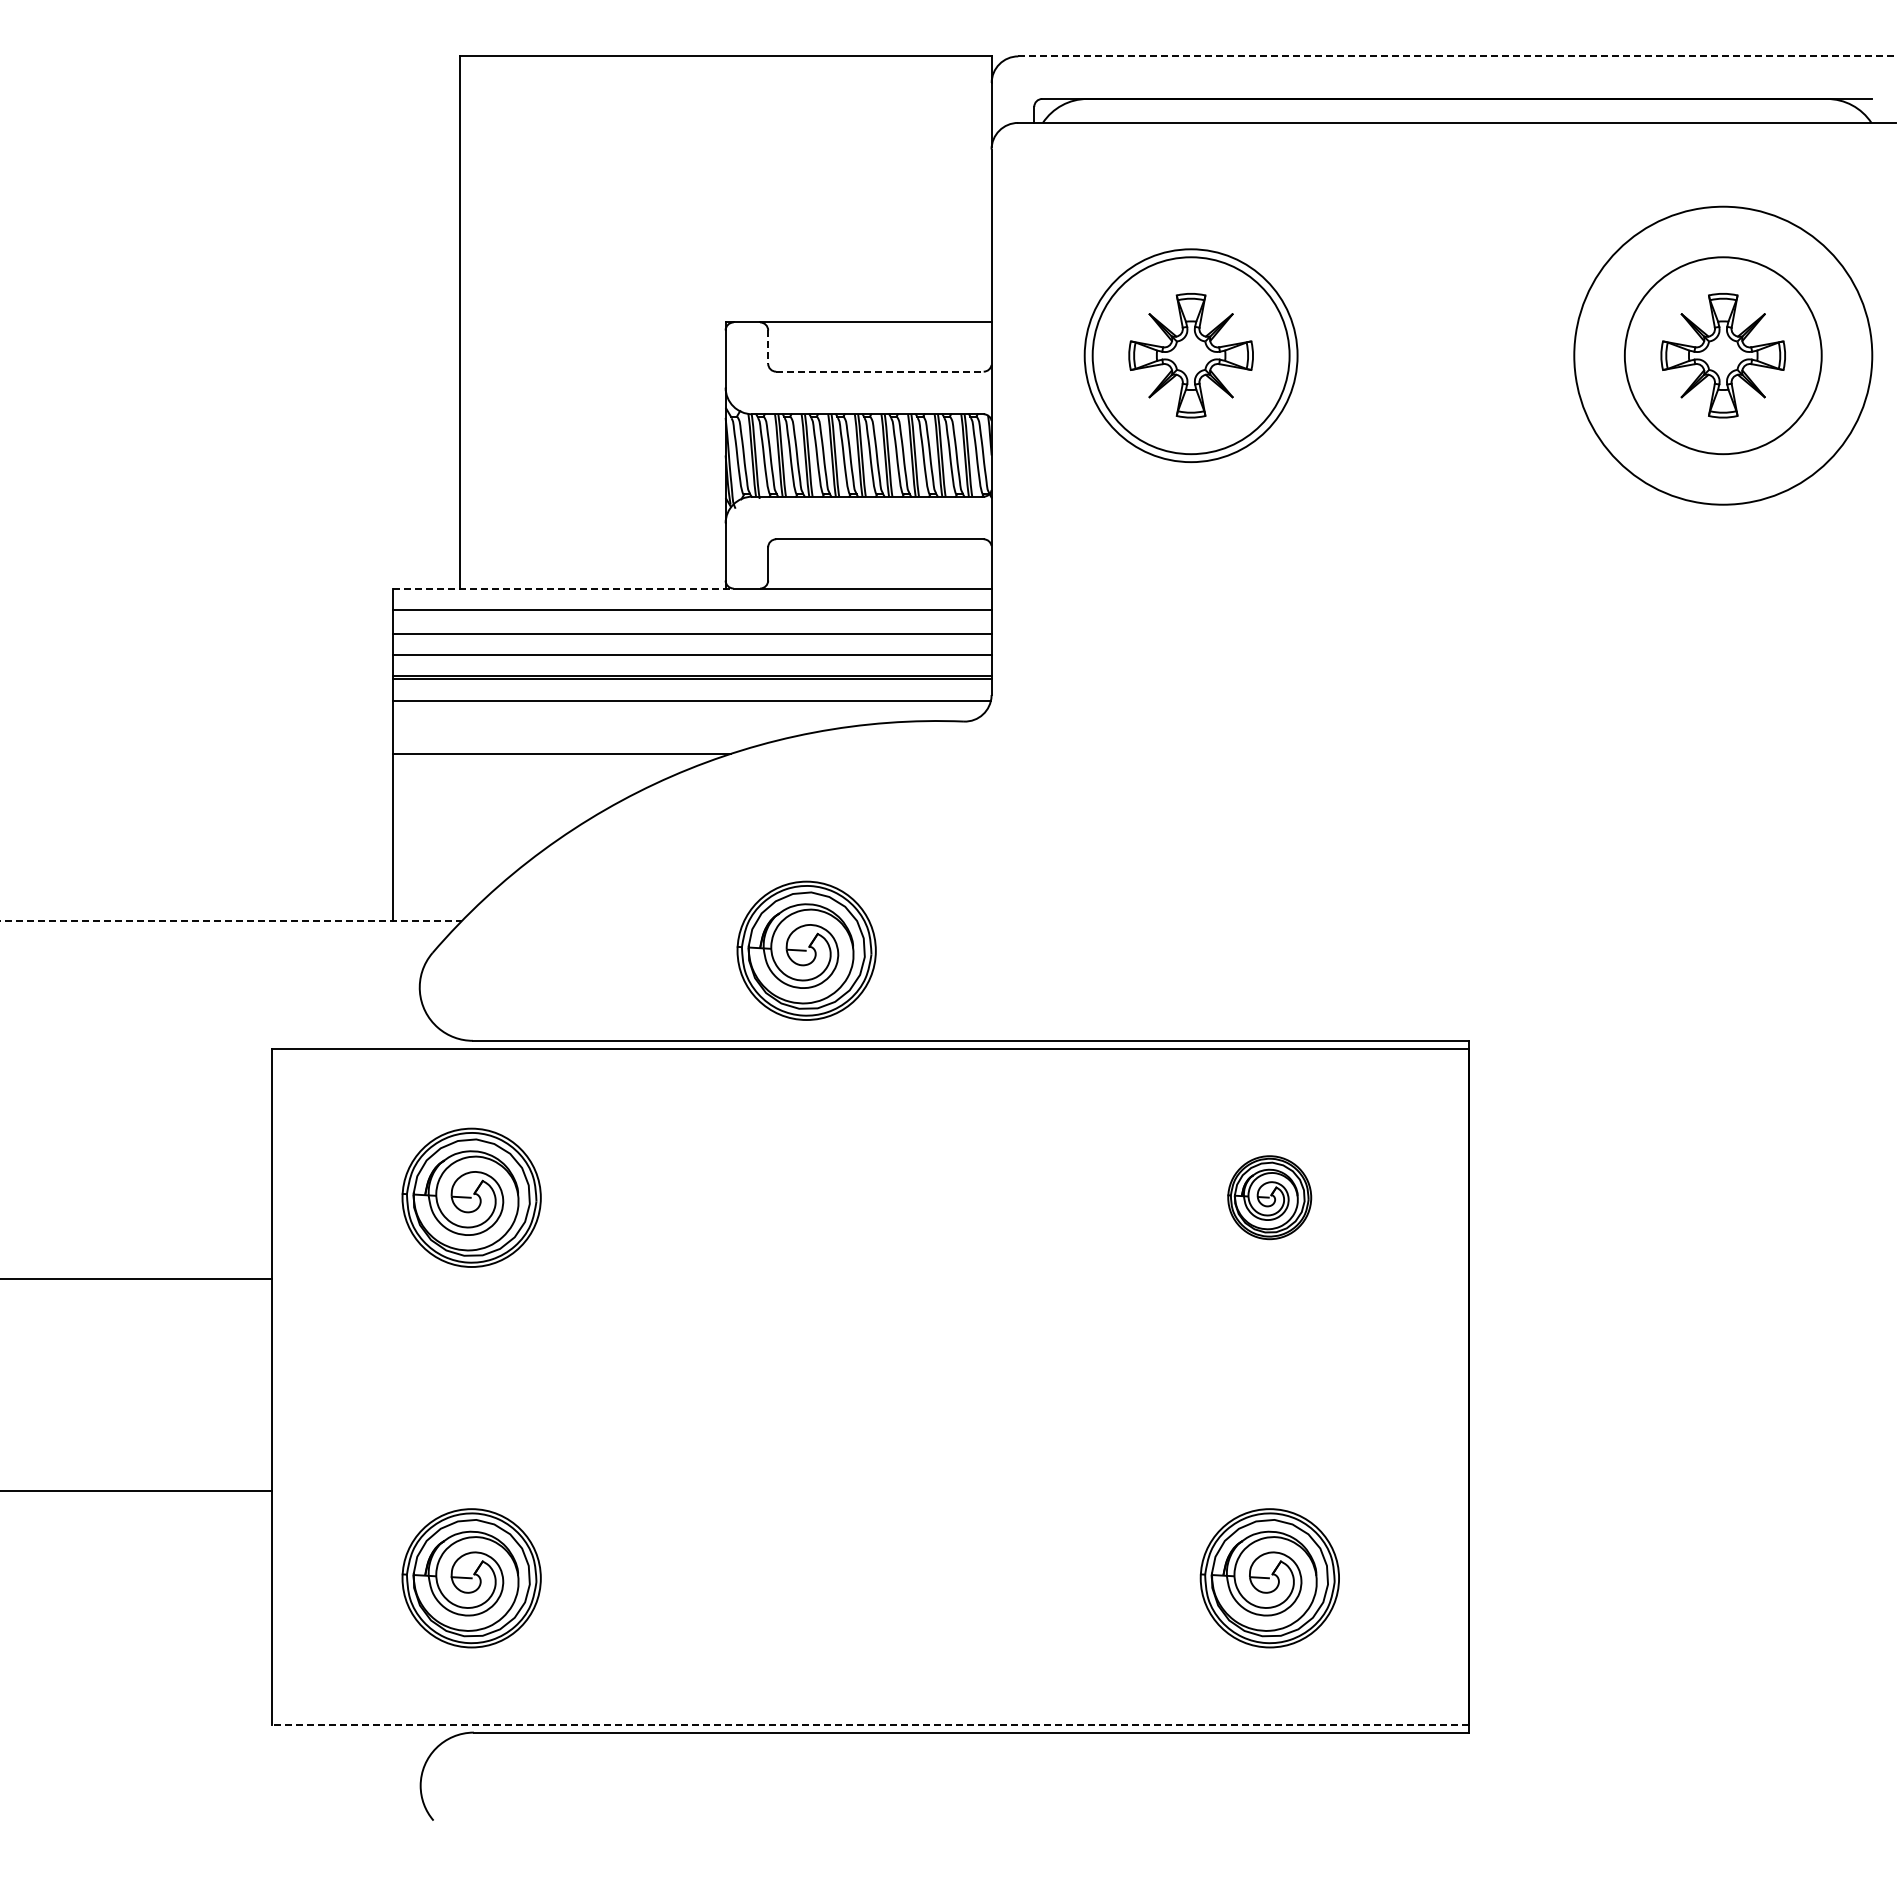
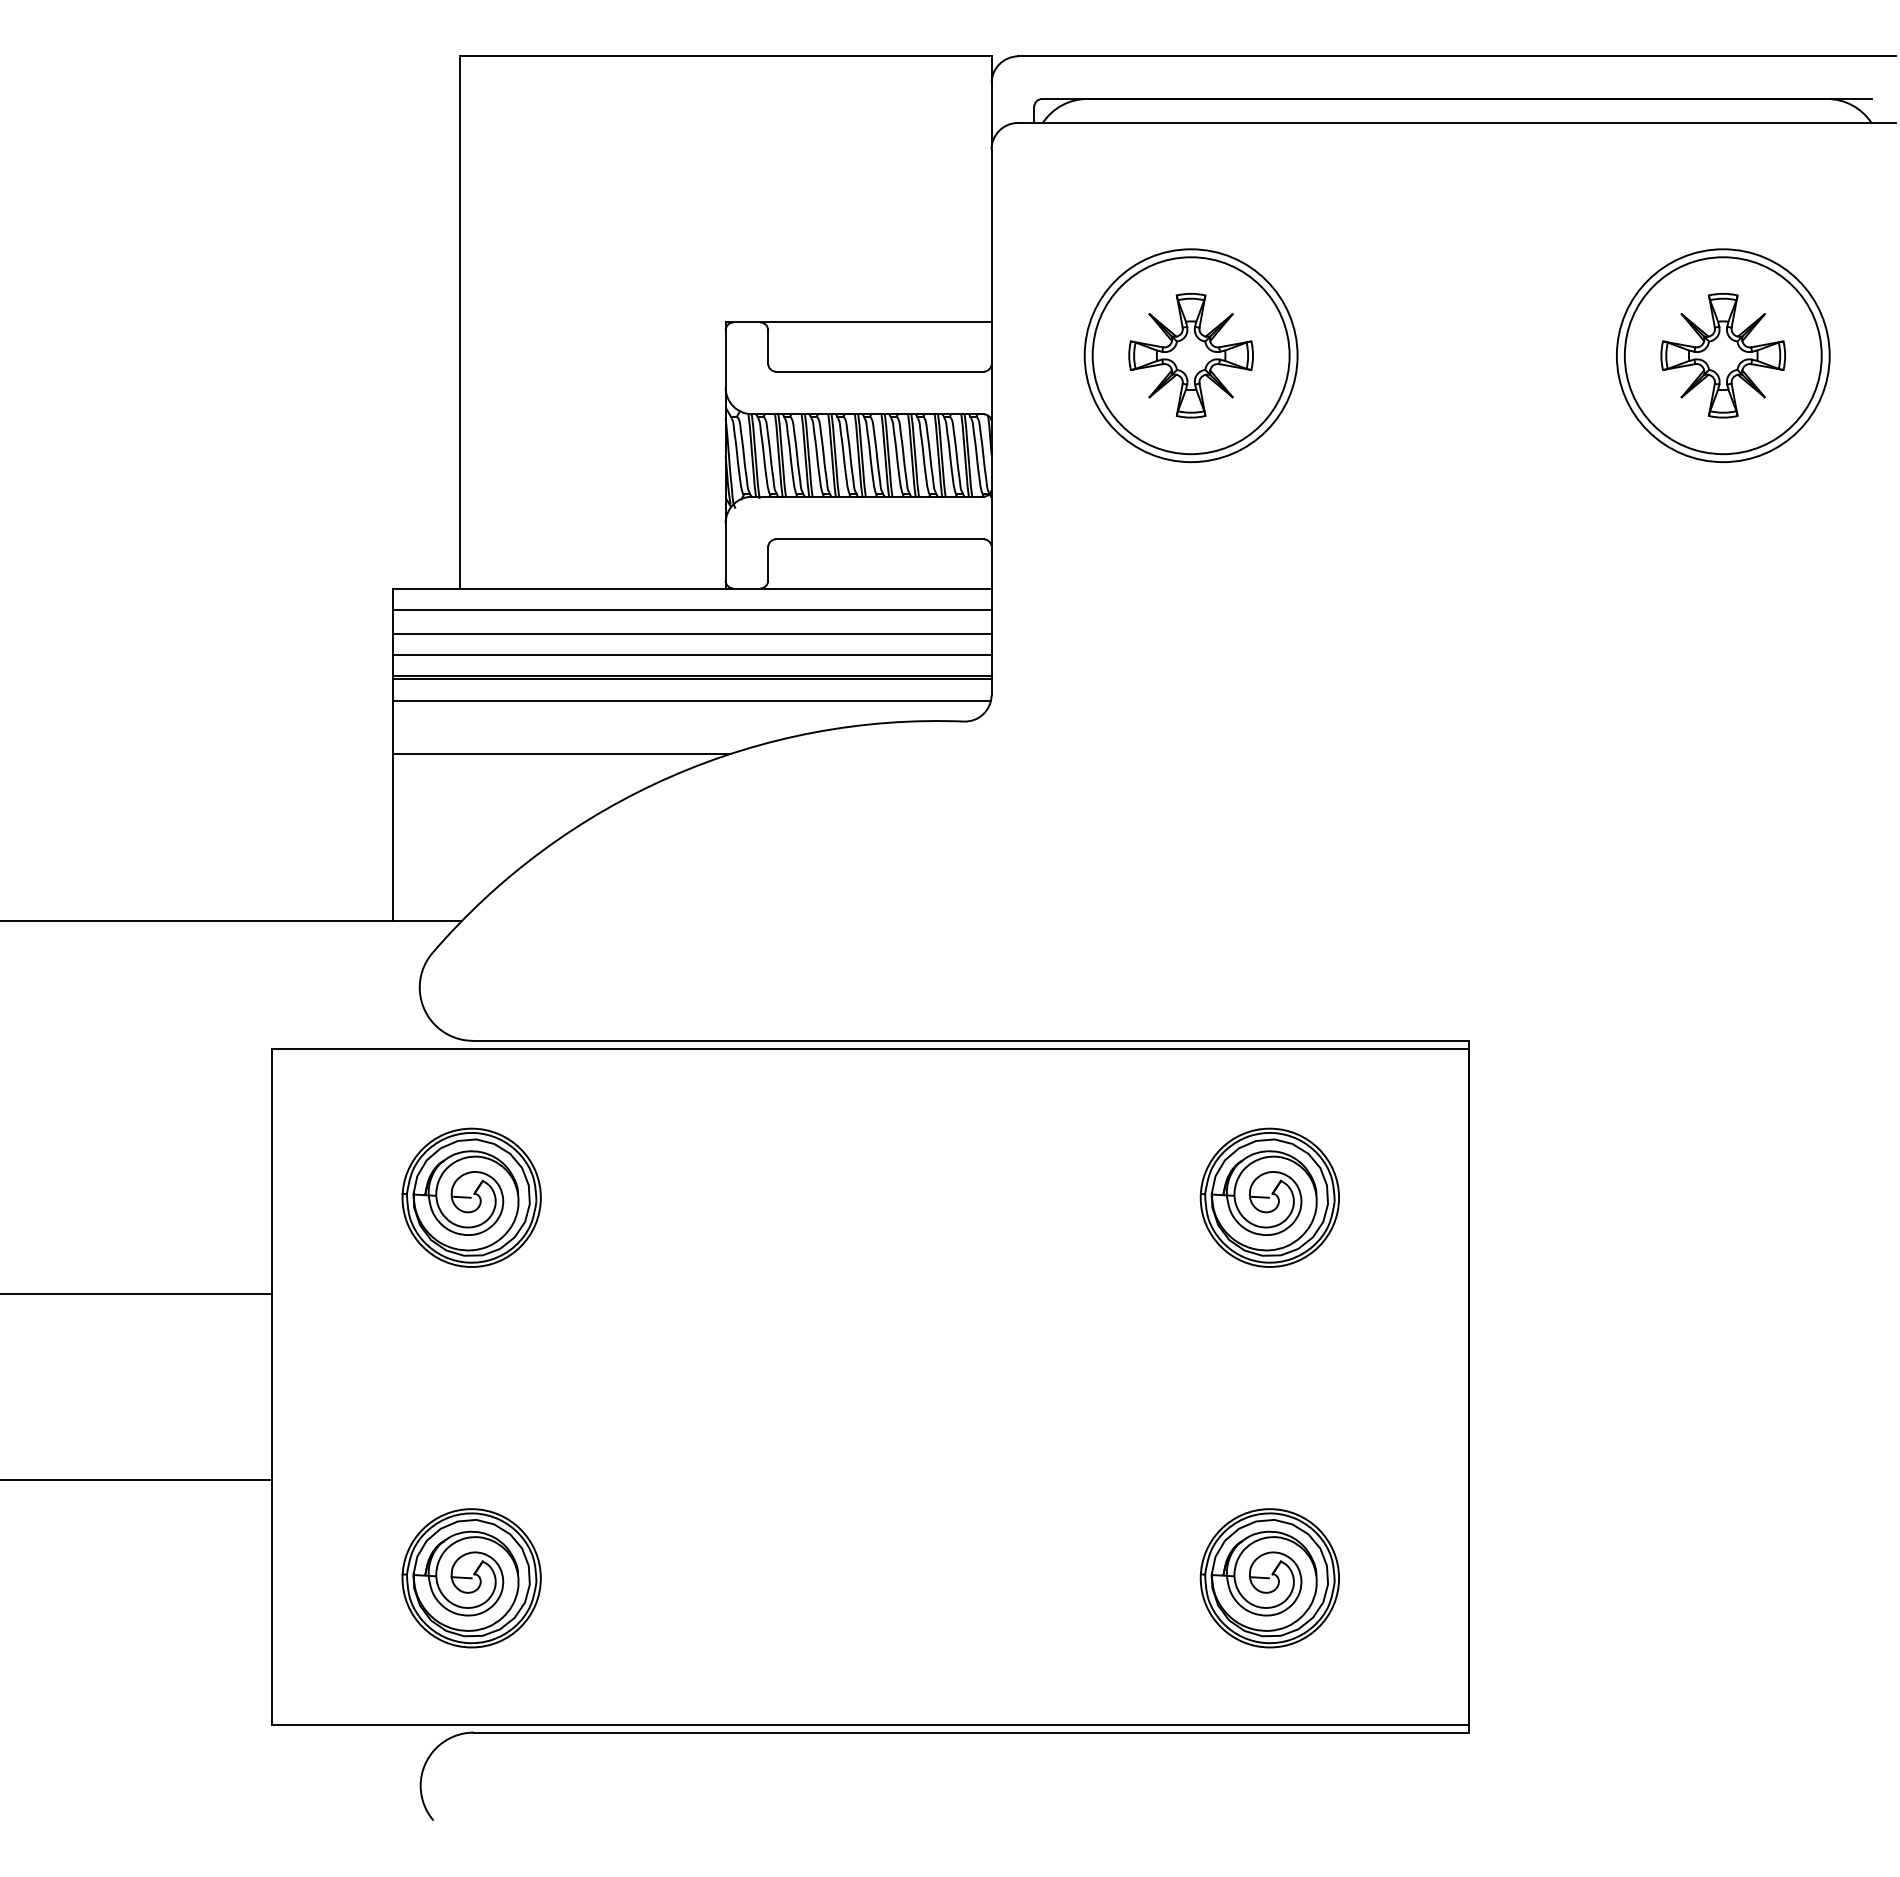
line at (1457, 56): dashed -> solid
line at (768, 347): dashed -> solid
circle at (1723, 355) diameter: 298 px -> 213 px
line at (879, 371): dashed -> solid
line at (563, 588): dashed -> solid
line at (230, 921): dashed -> solid
part at (806, 950): present -> none
part at (1269, 1197) size: 86x86 px -> 141x141 px
line at (137, 1278) position: (137, 1278) -> (137, 1293)
line at (137, 1490) position: (137, 1490) -> (137, 1479)
line at (870, 1724): dashed -> solid
